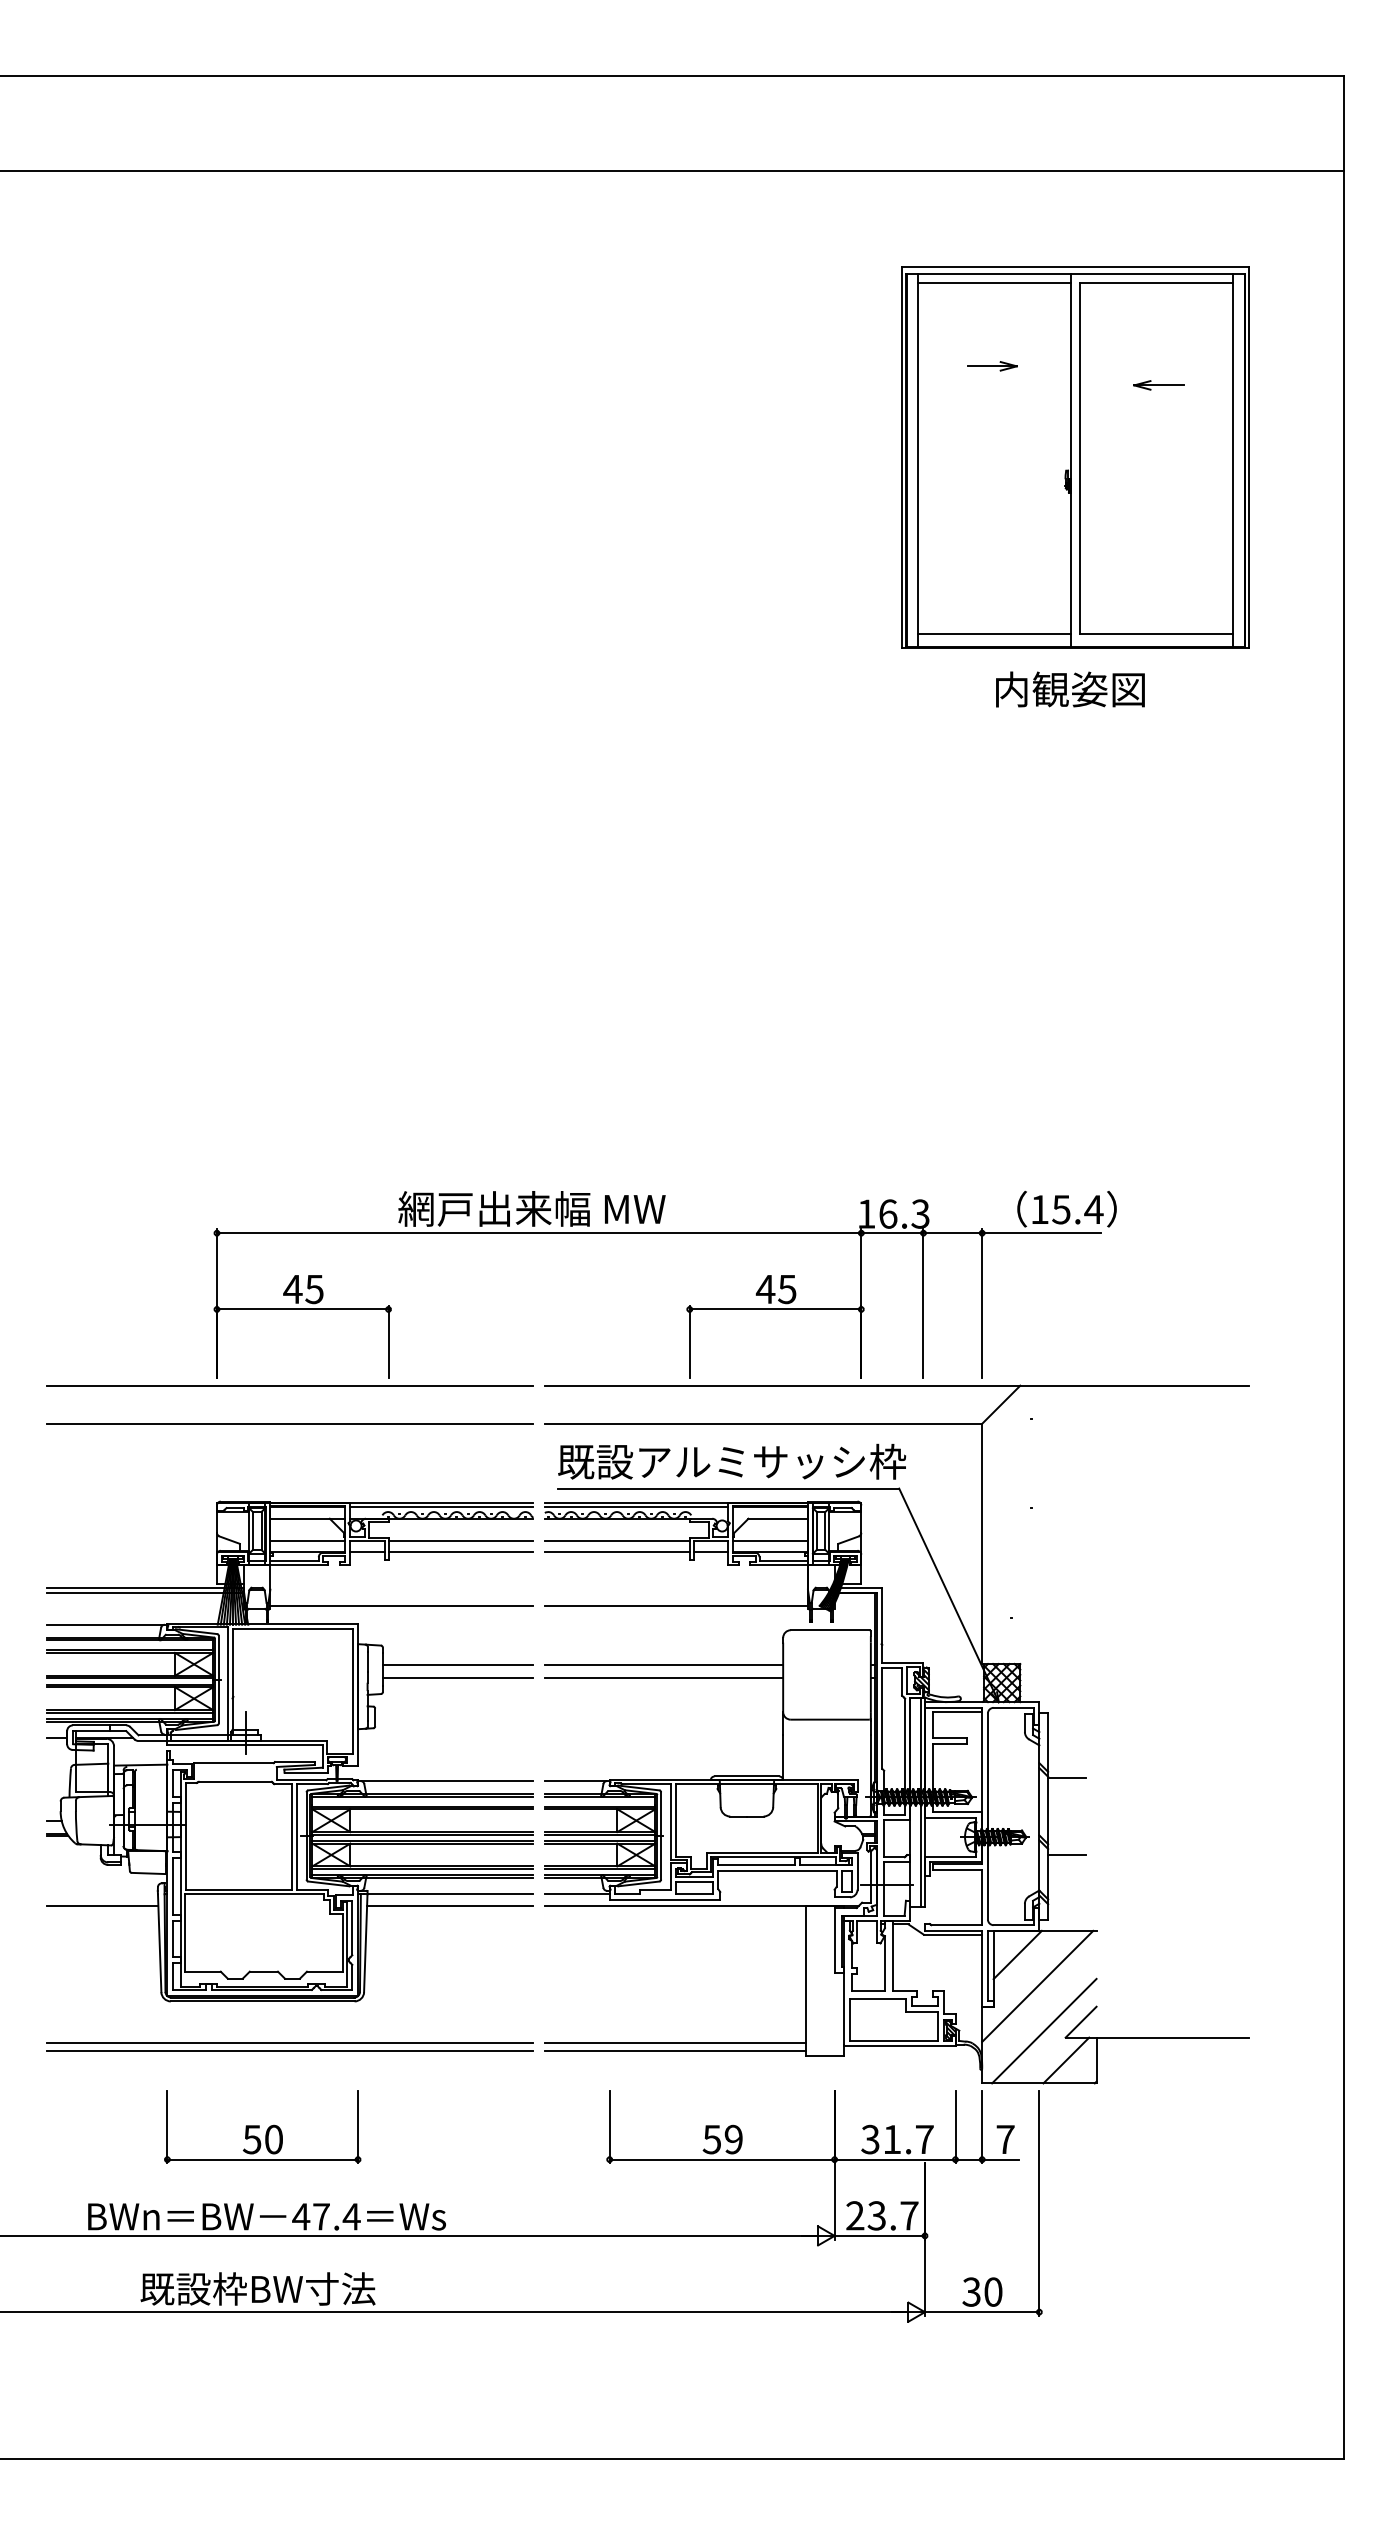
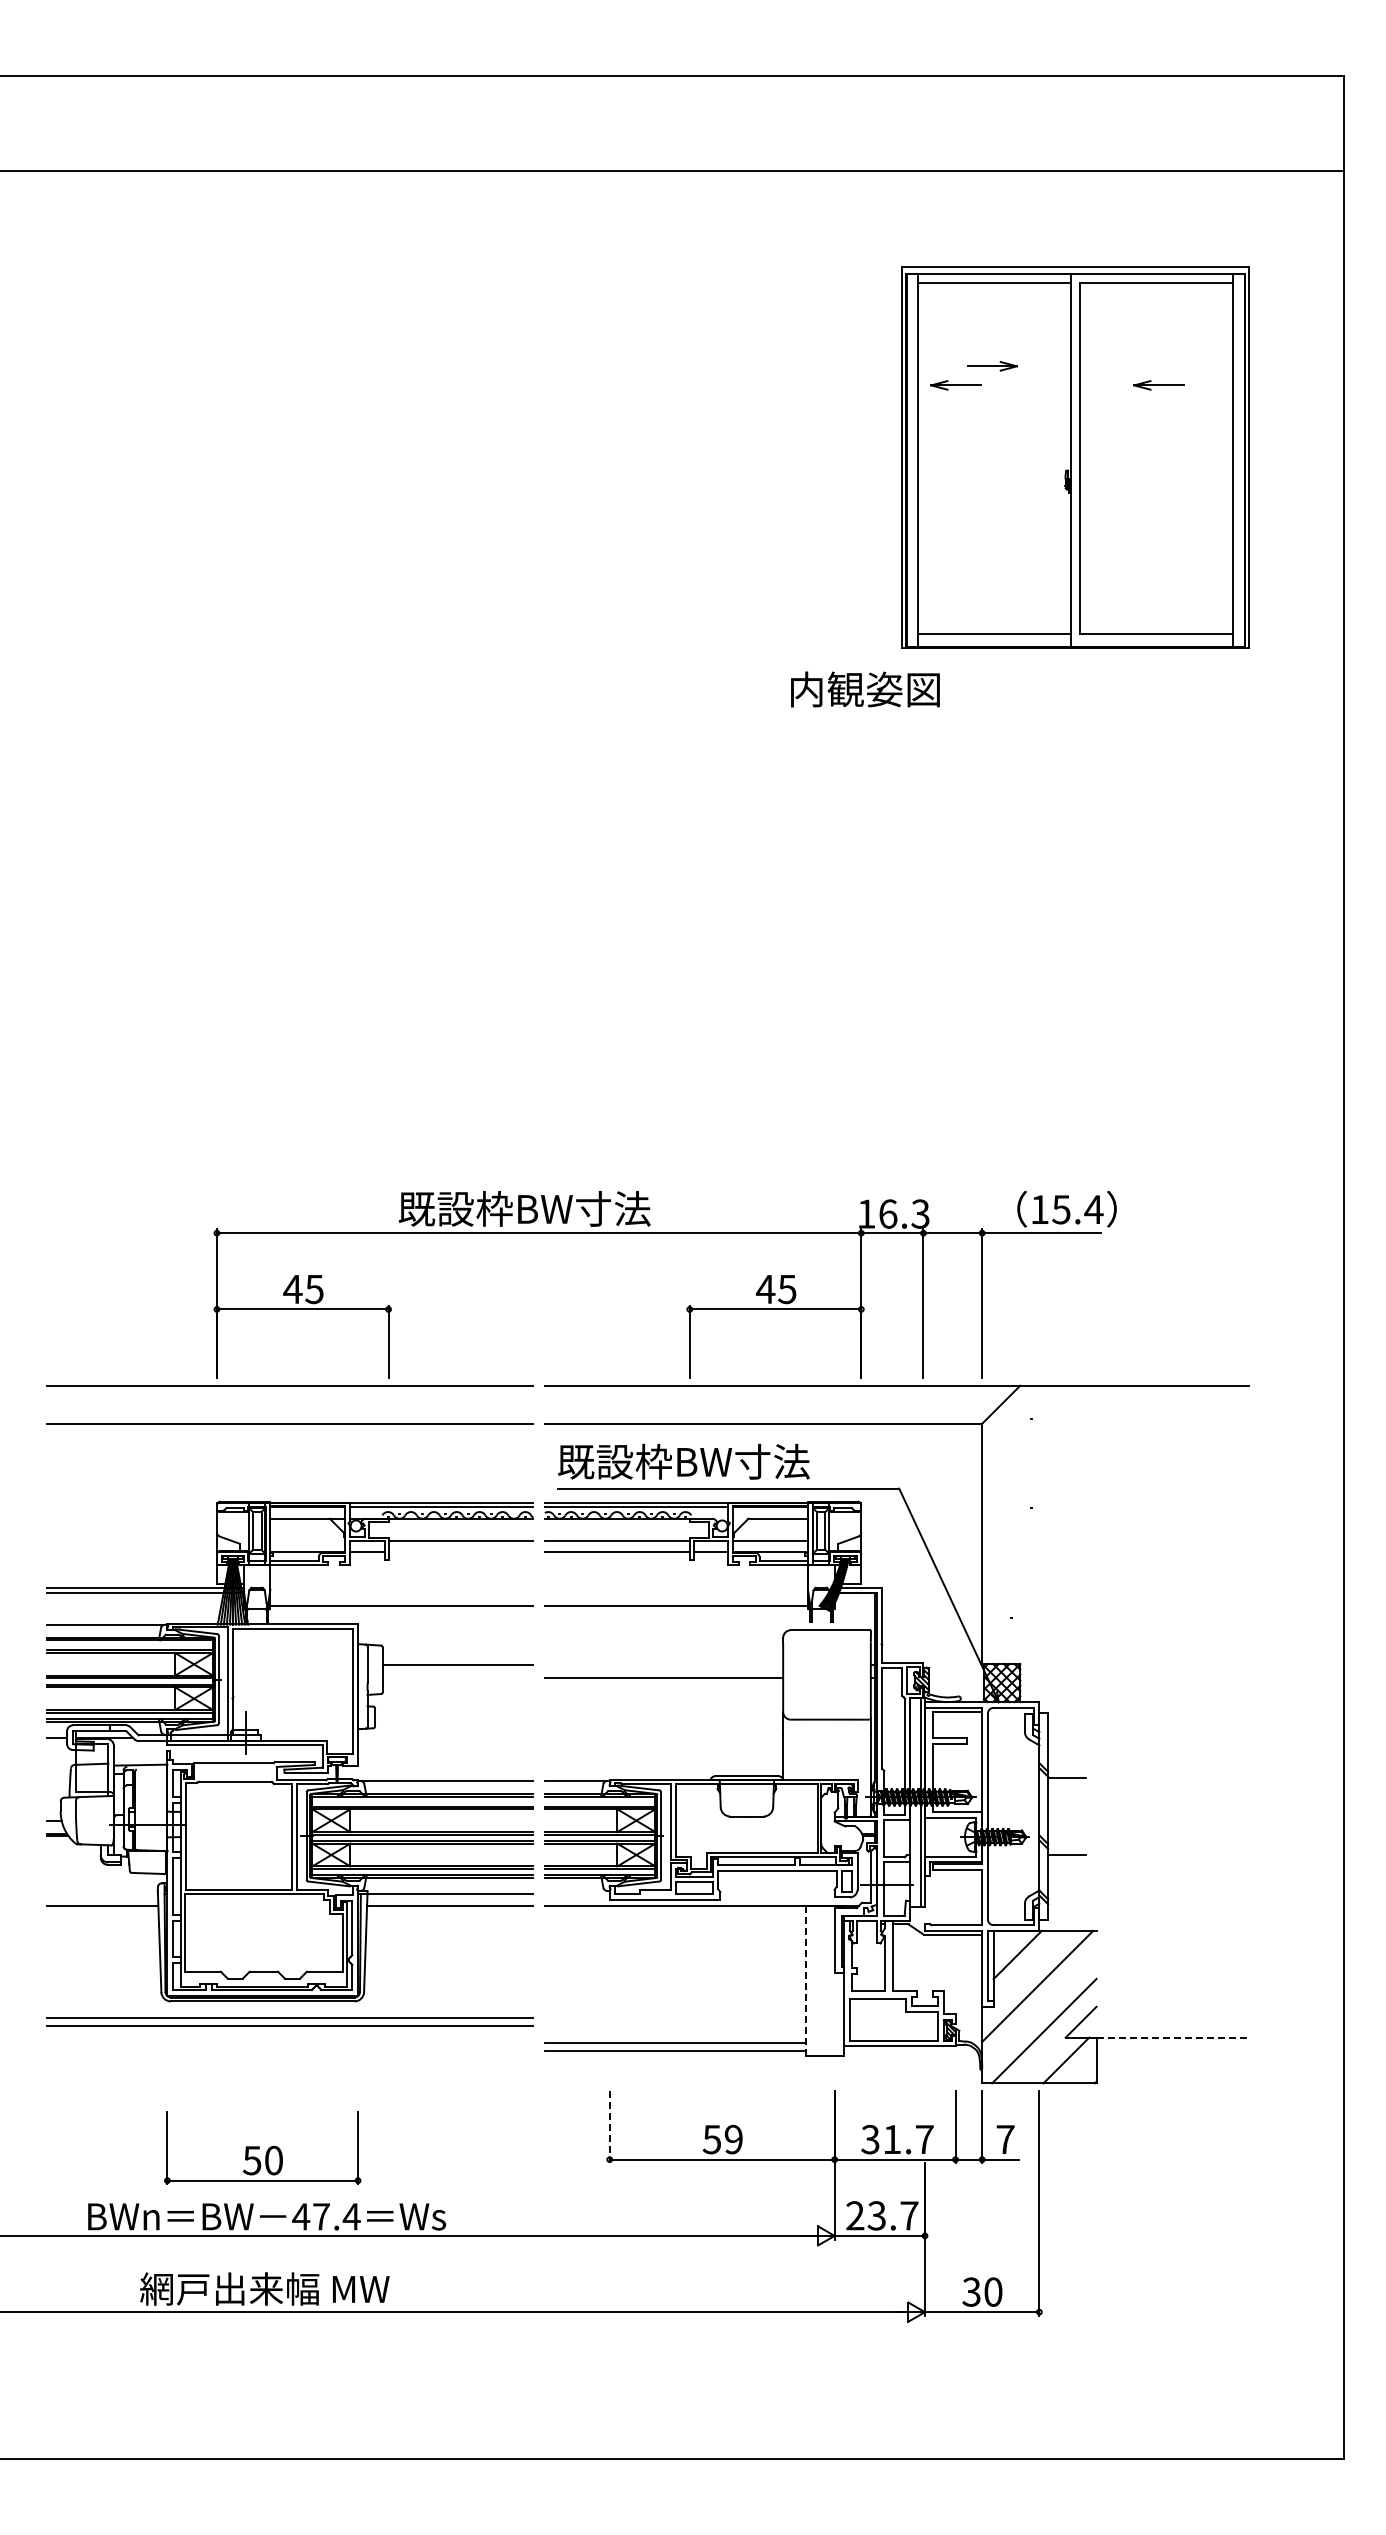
part at (955, 385): none -> present
text at (1070, 689) position: (1070, 689) -> (865, 689)
text at (531, 1208): 網戸出来幅 MW -> 既設枠BW寸法
text at (770, 1461): 既設アルミサッシ枠 -> 既設枠BW寸法
line at (307, 1541): present -> none
line at (460, 1551): present -> none
line at (663, 1665): present -> none
line at (457, 1678): present -> none
line at (576, 1894): present -> none
line at (806, 1980): solid -> dashed
line at (1173, 2037): solid -> dashed
part at (289, 2046) position: (289, 2046) -> (289, 2021)
part at (262, 2126) position: (262, 2126) -> (262, 2147)
line at (609, 2127): solid -> dashed
text at (264, 2288): 既設枠BW寸法 -> 網戸出来幅 MW
